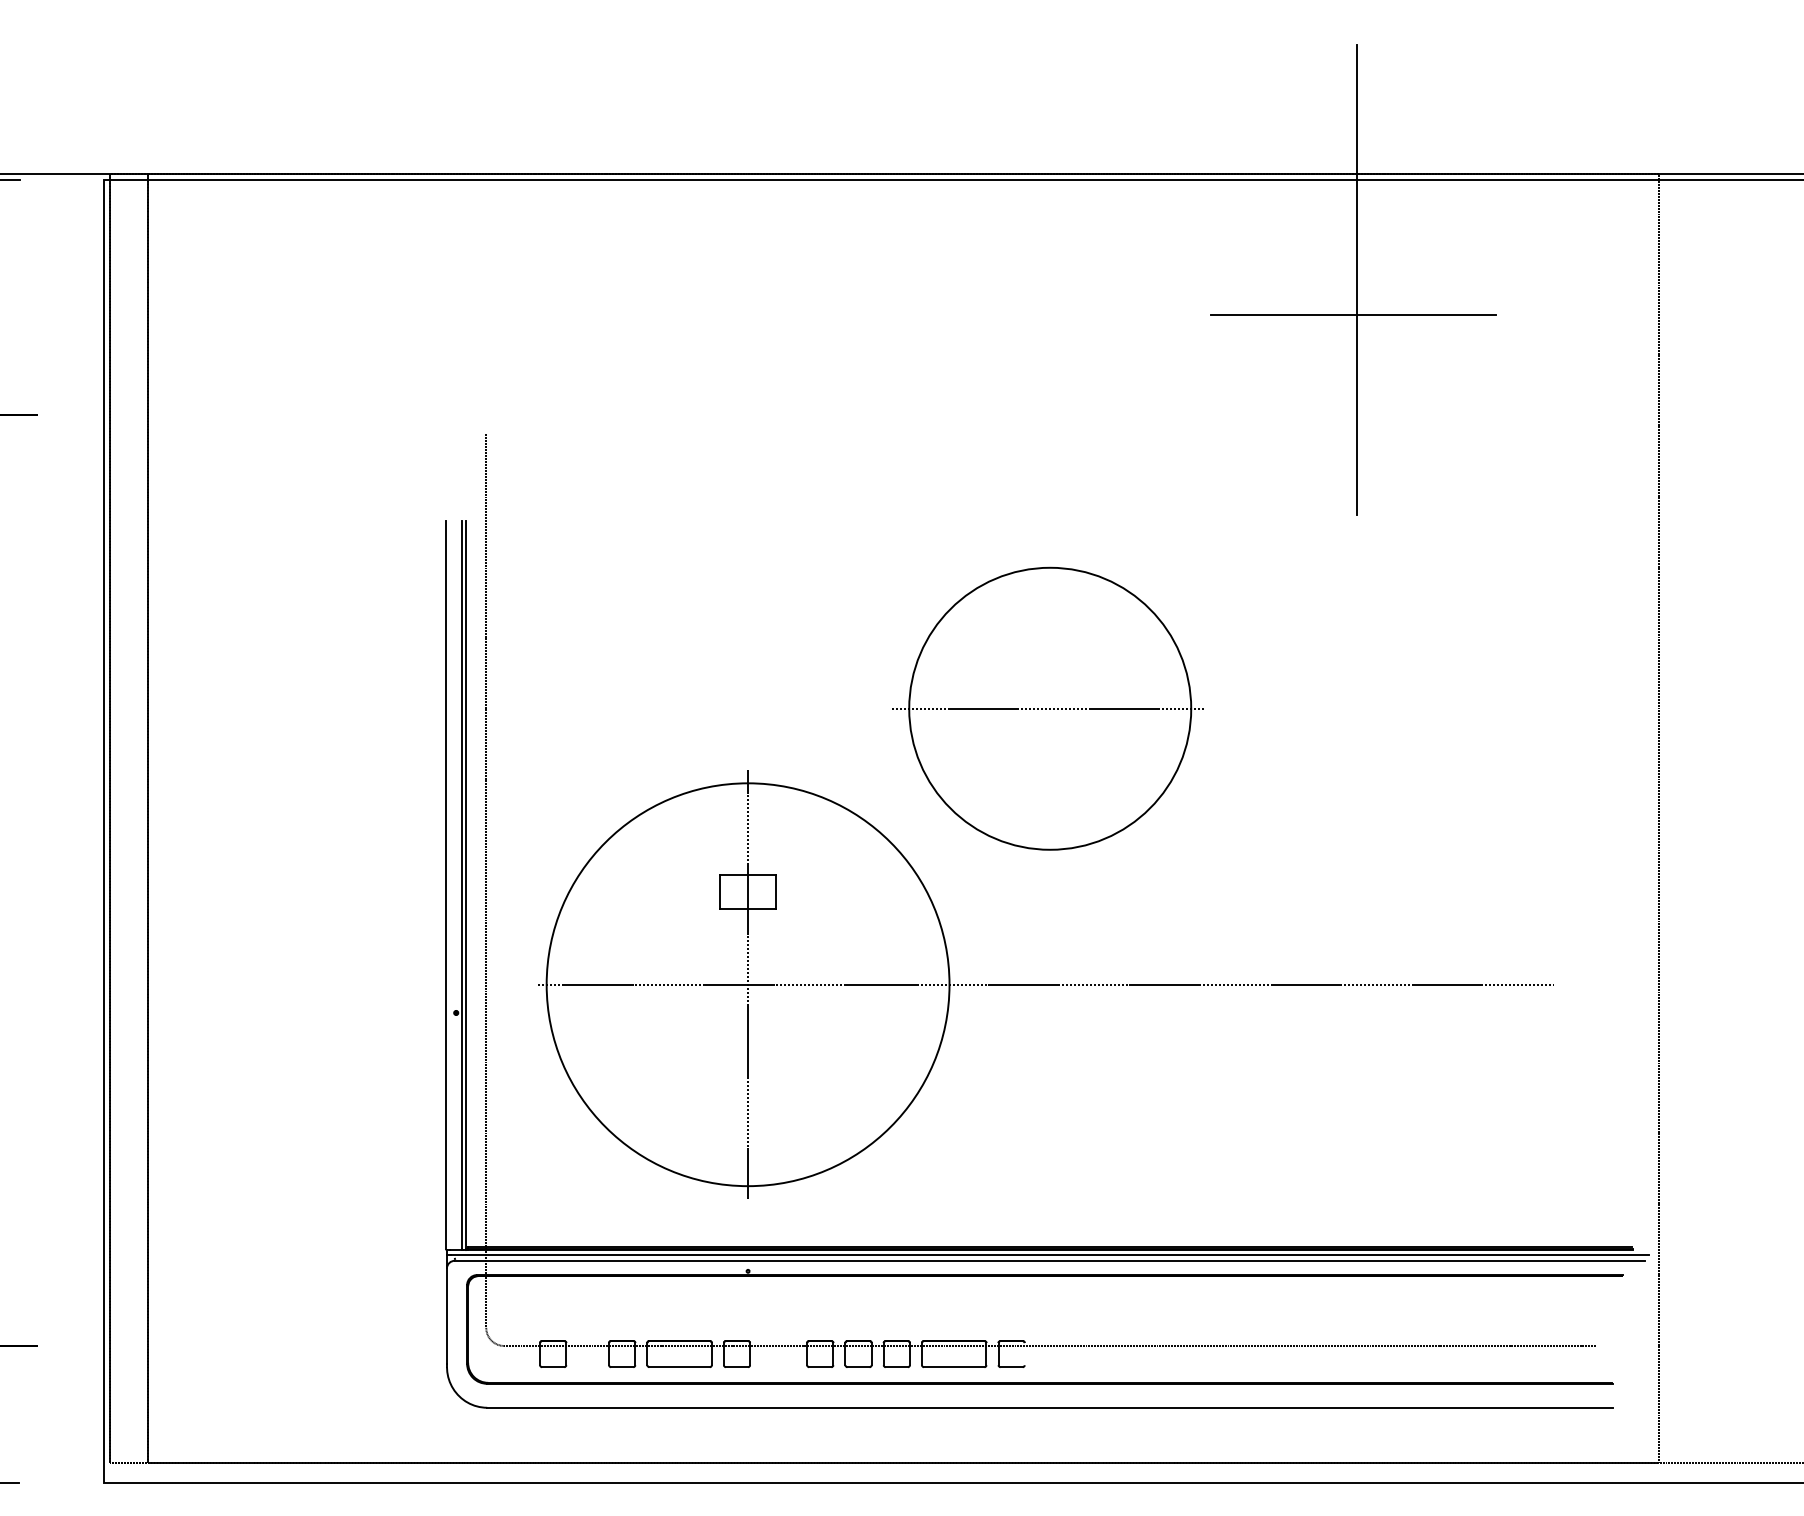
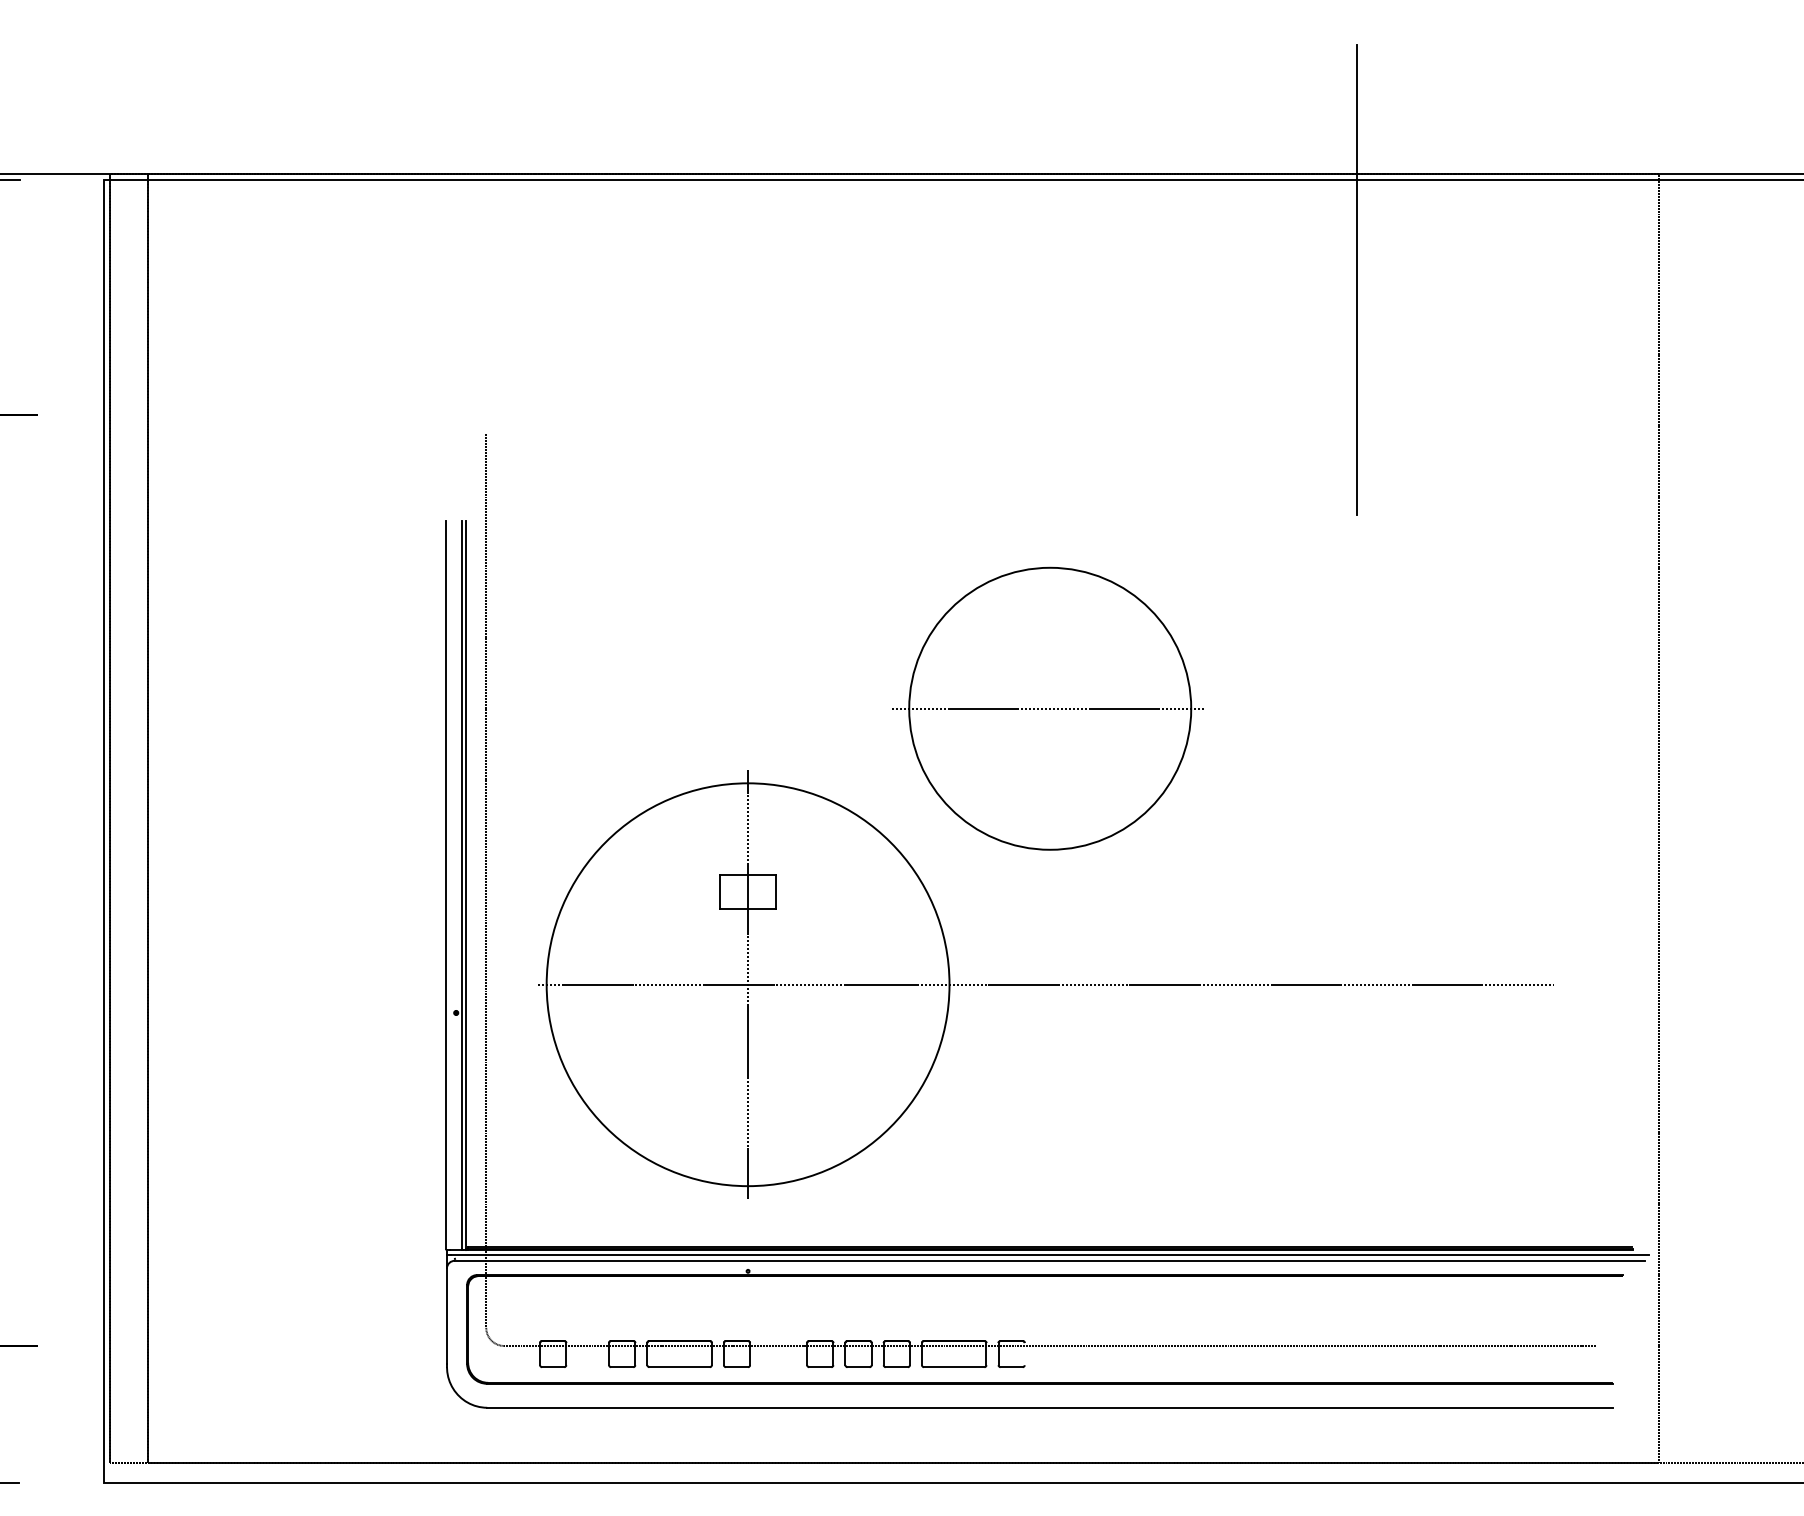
line at (1353, 314): present -> none
